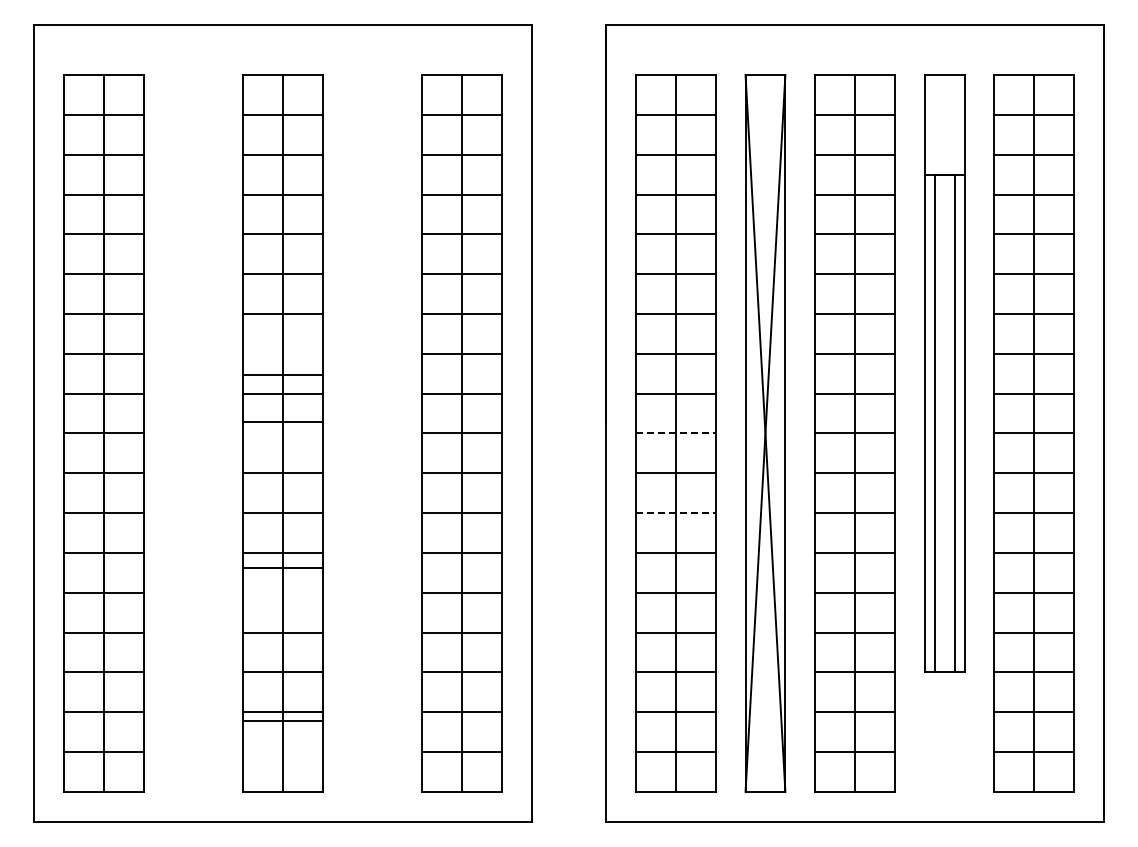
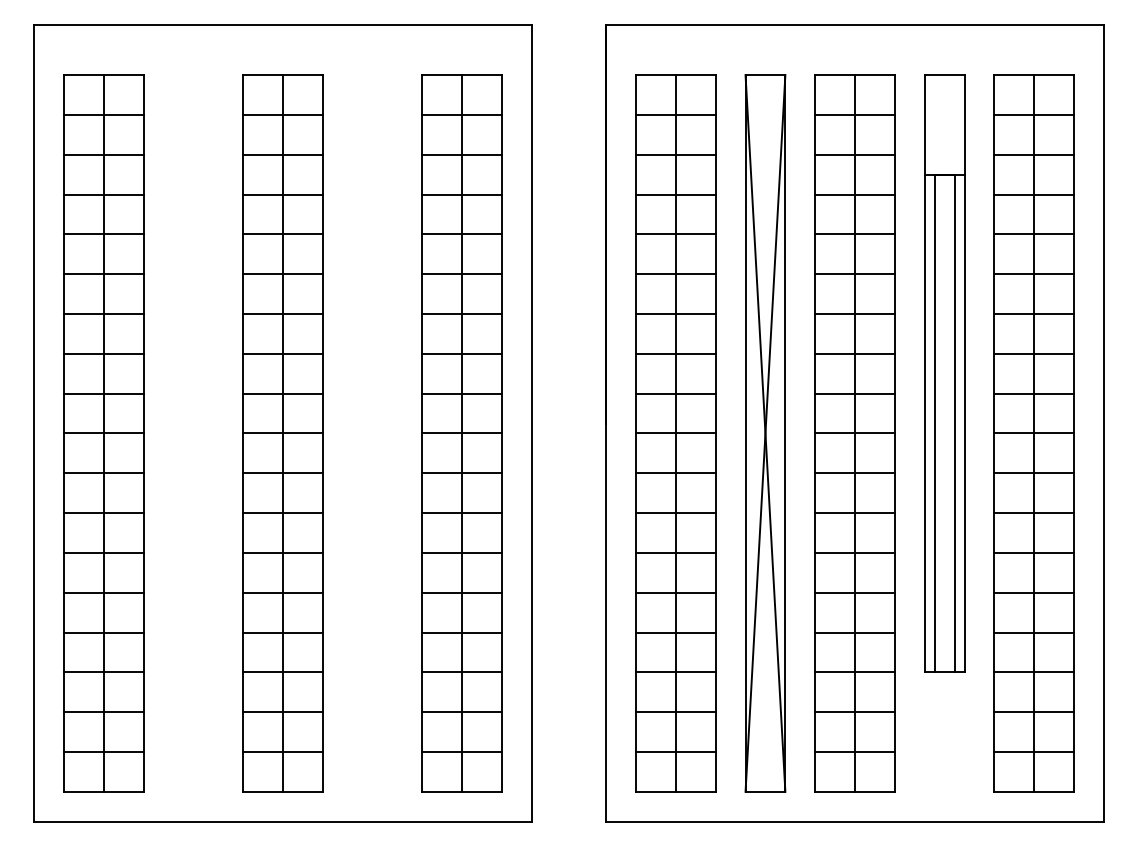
line at (282, 374) position: (282, 374) -> (282, 353)
line at (282, 422) position: (282, 422) -> (282, 433)
line at (675, 433): dashed -> solid
line at (675, 513): dashed -> solid
line at (282, 567) position: (282, 567) -> (282, 592)
line at (282, 720) position: (282, 720) -> (282, 751)
